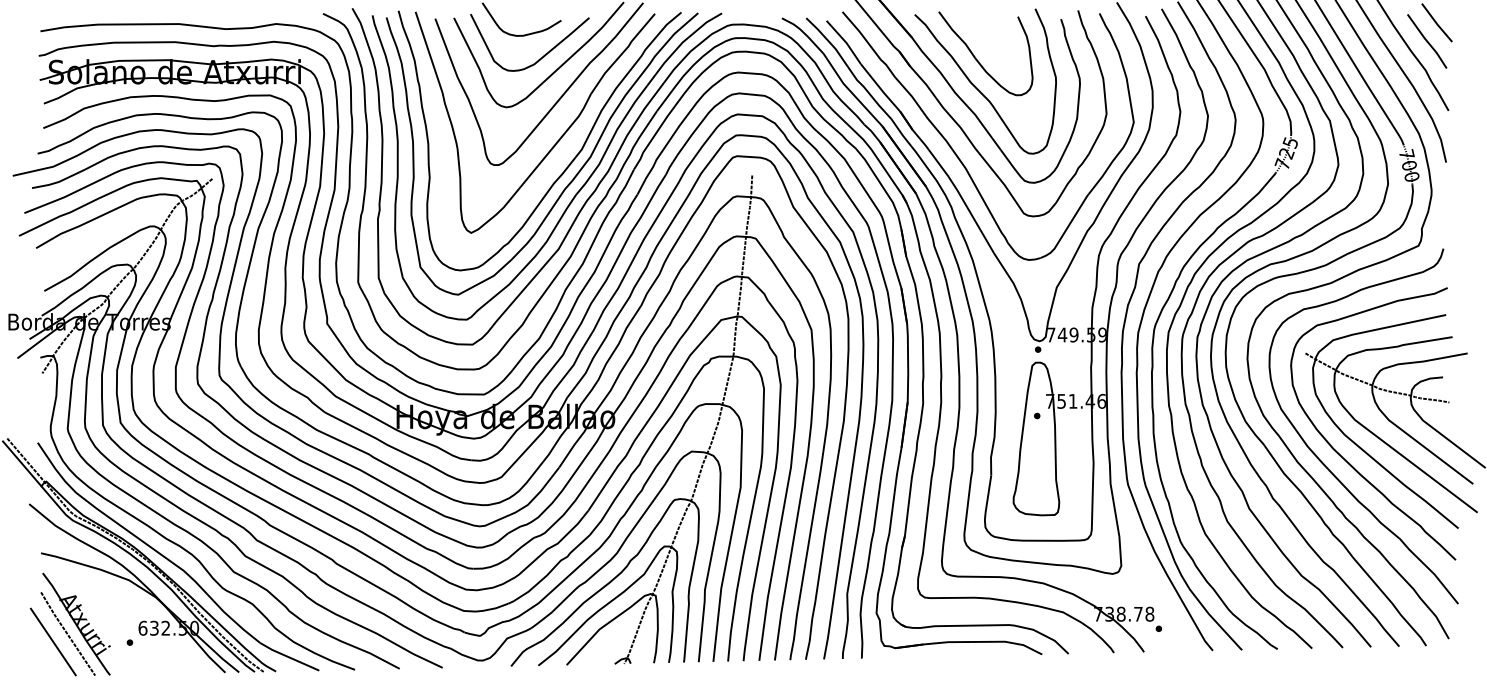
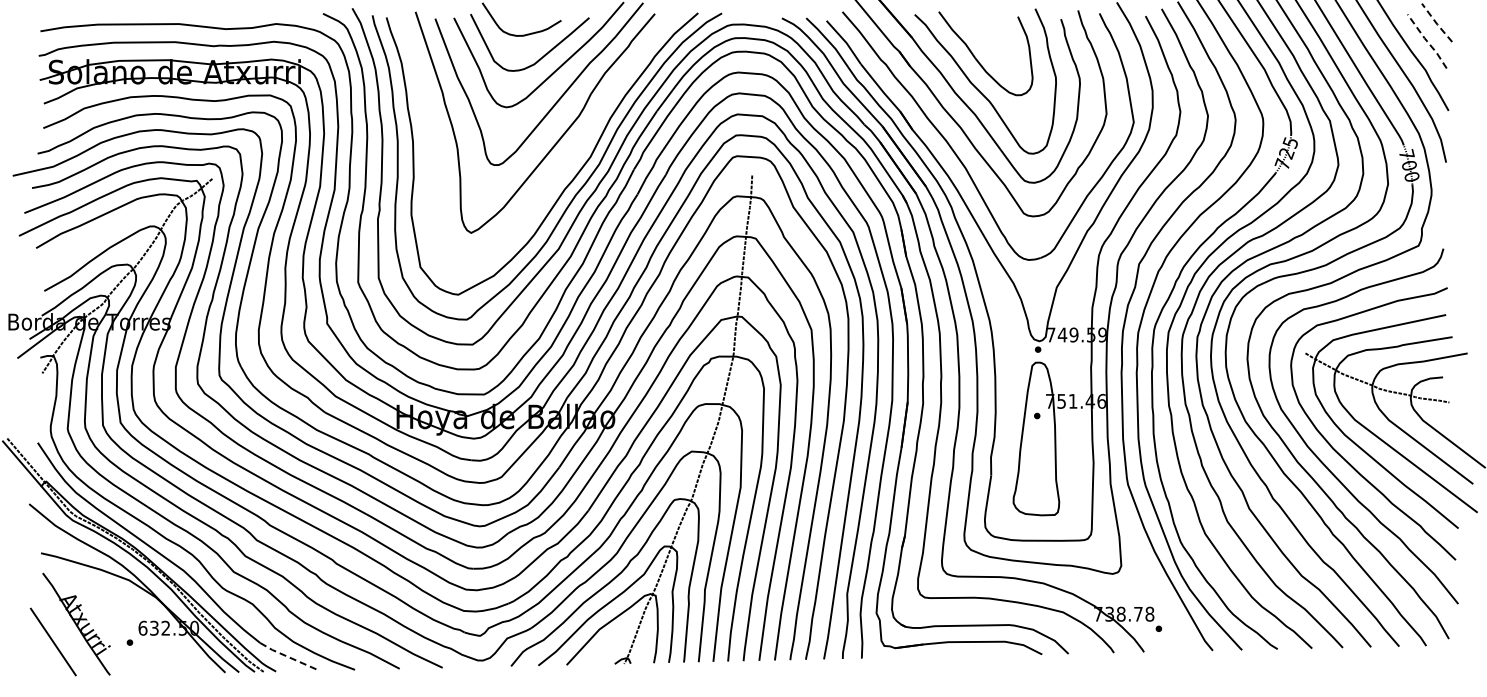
line at (1436, 23): solid -> dashed
line at (1427, 41): solid -> dashed
curve at (568, 164): present -> none
line at (67, 633): present -> none
line at (290, 657): solid -> dashed
